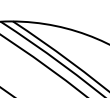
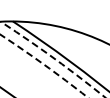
arc at (54, 58): solid -> dashed
arc at (45, 65): solid -> dashed
